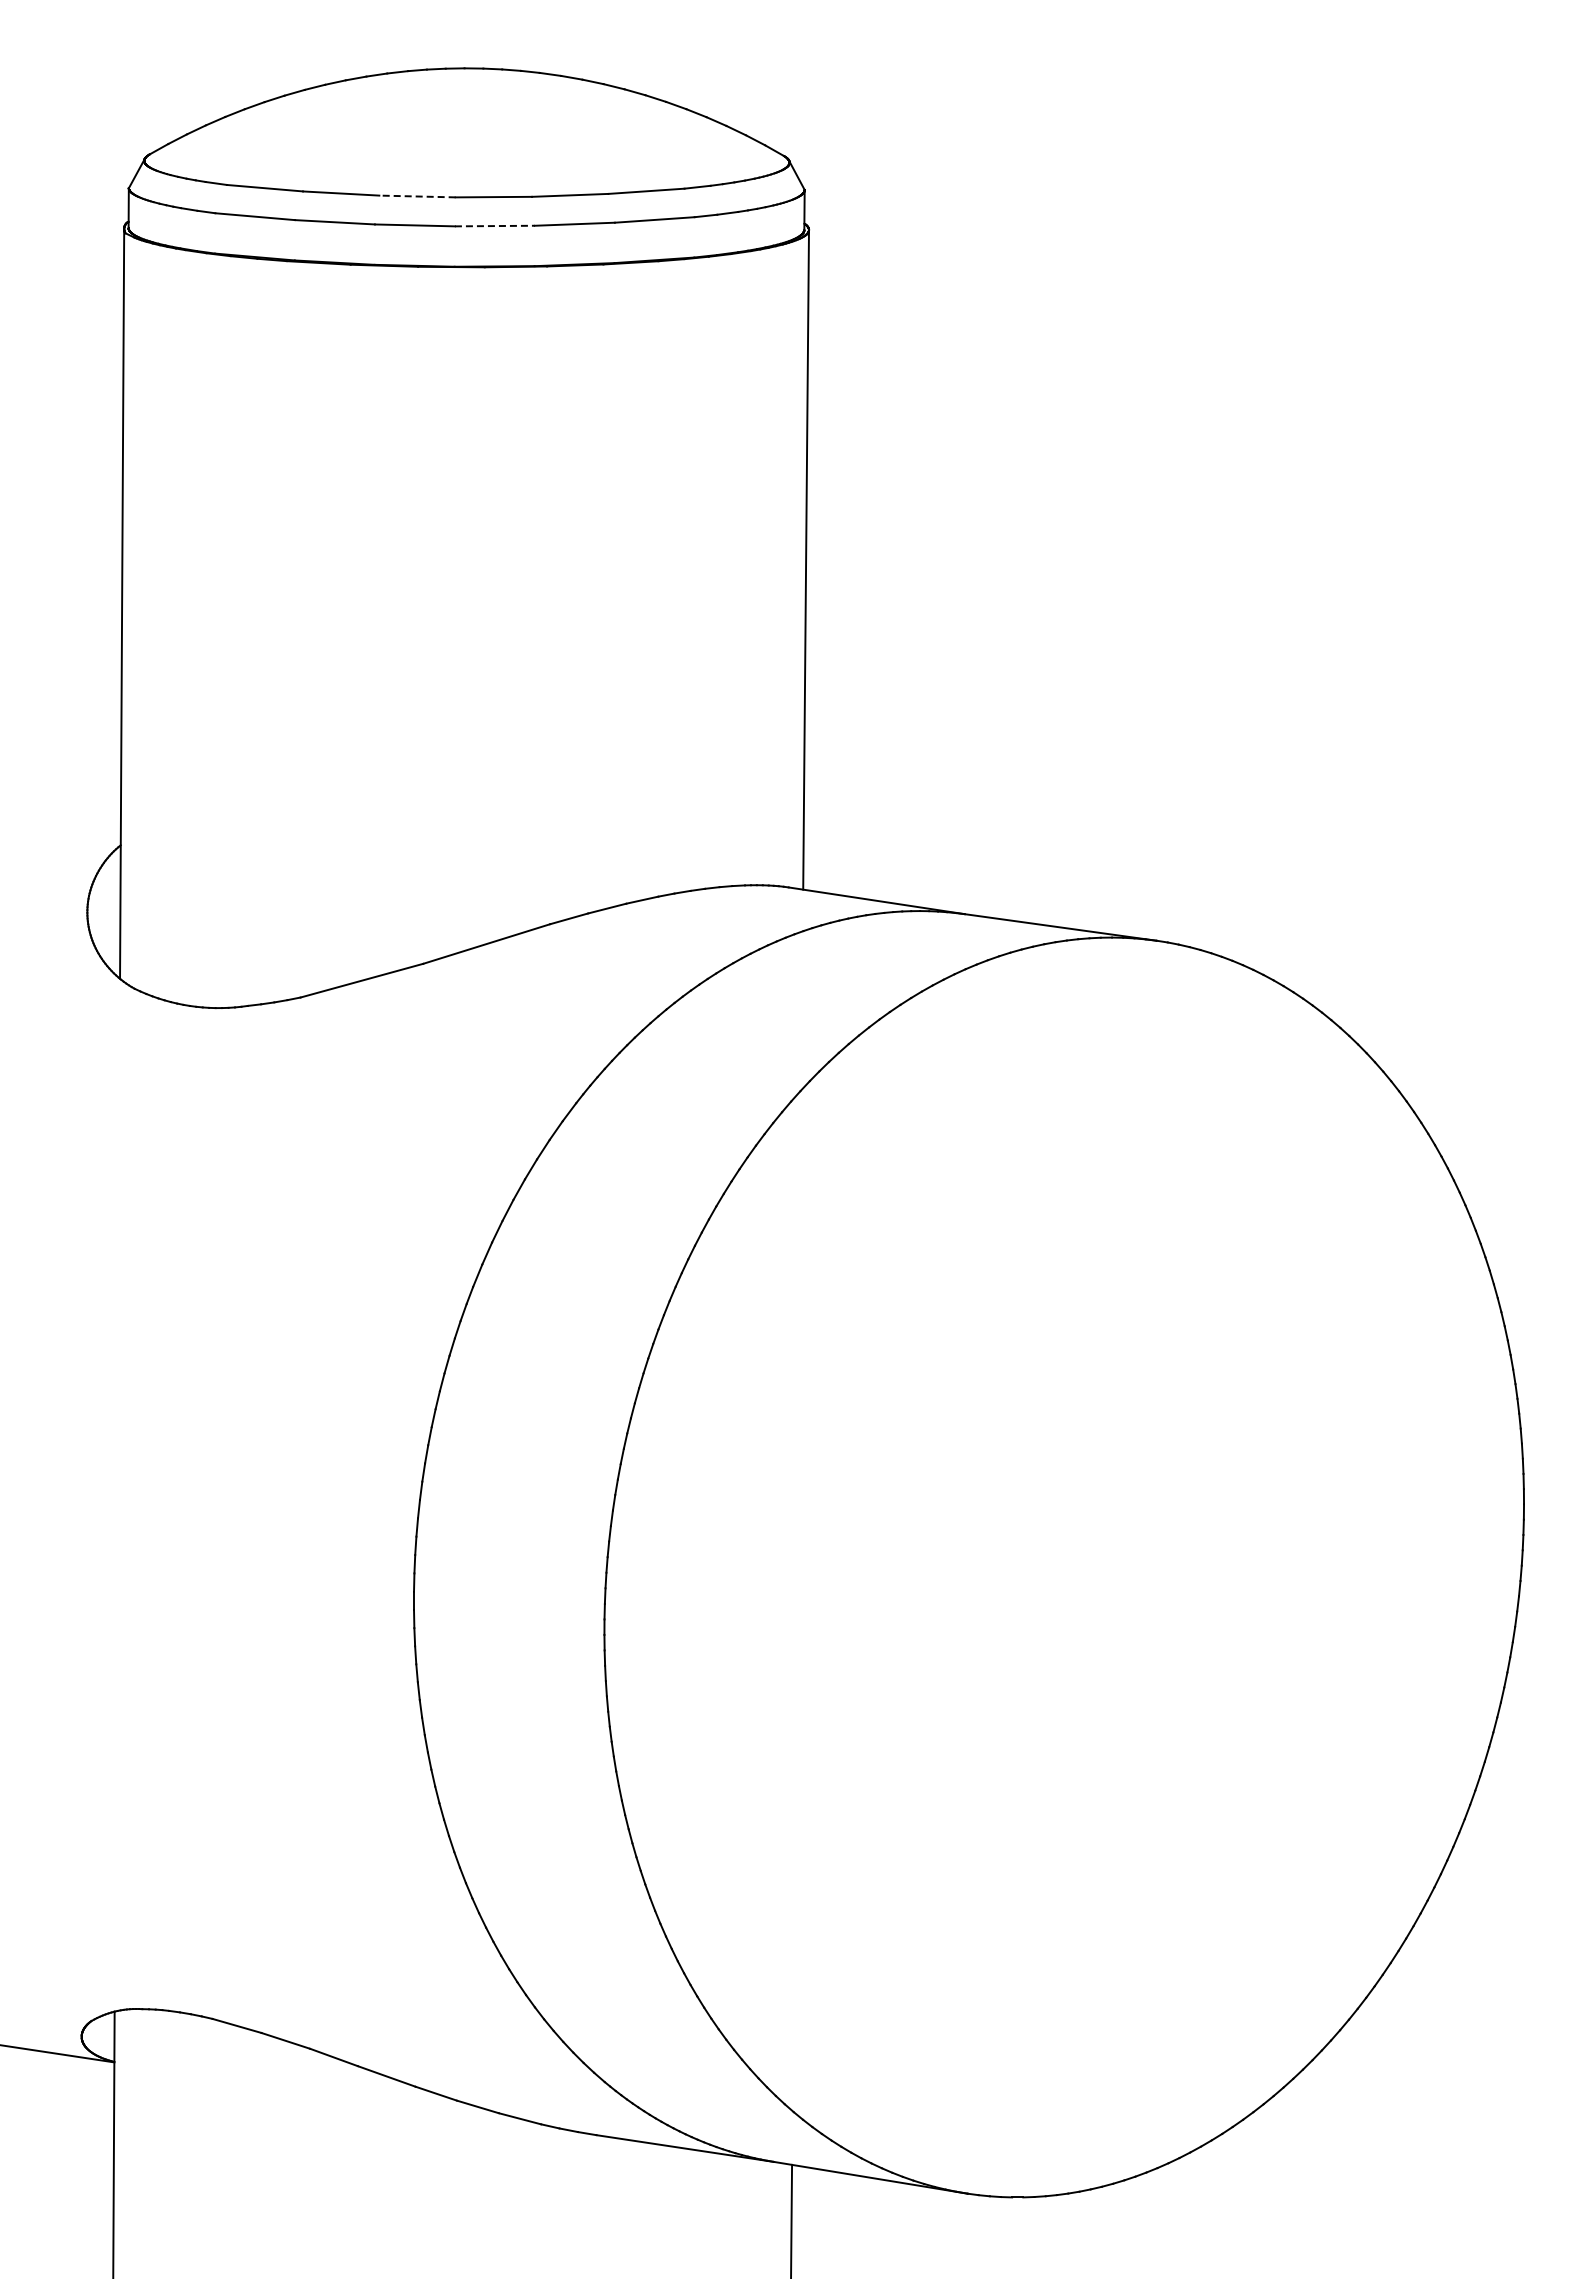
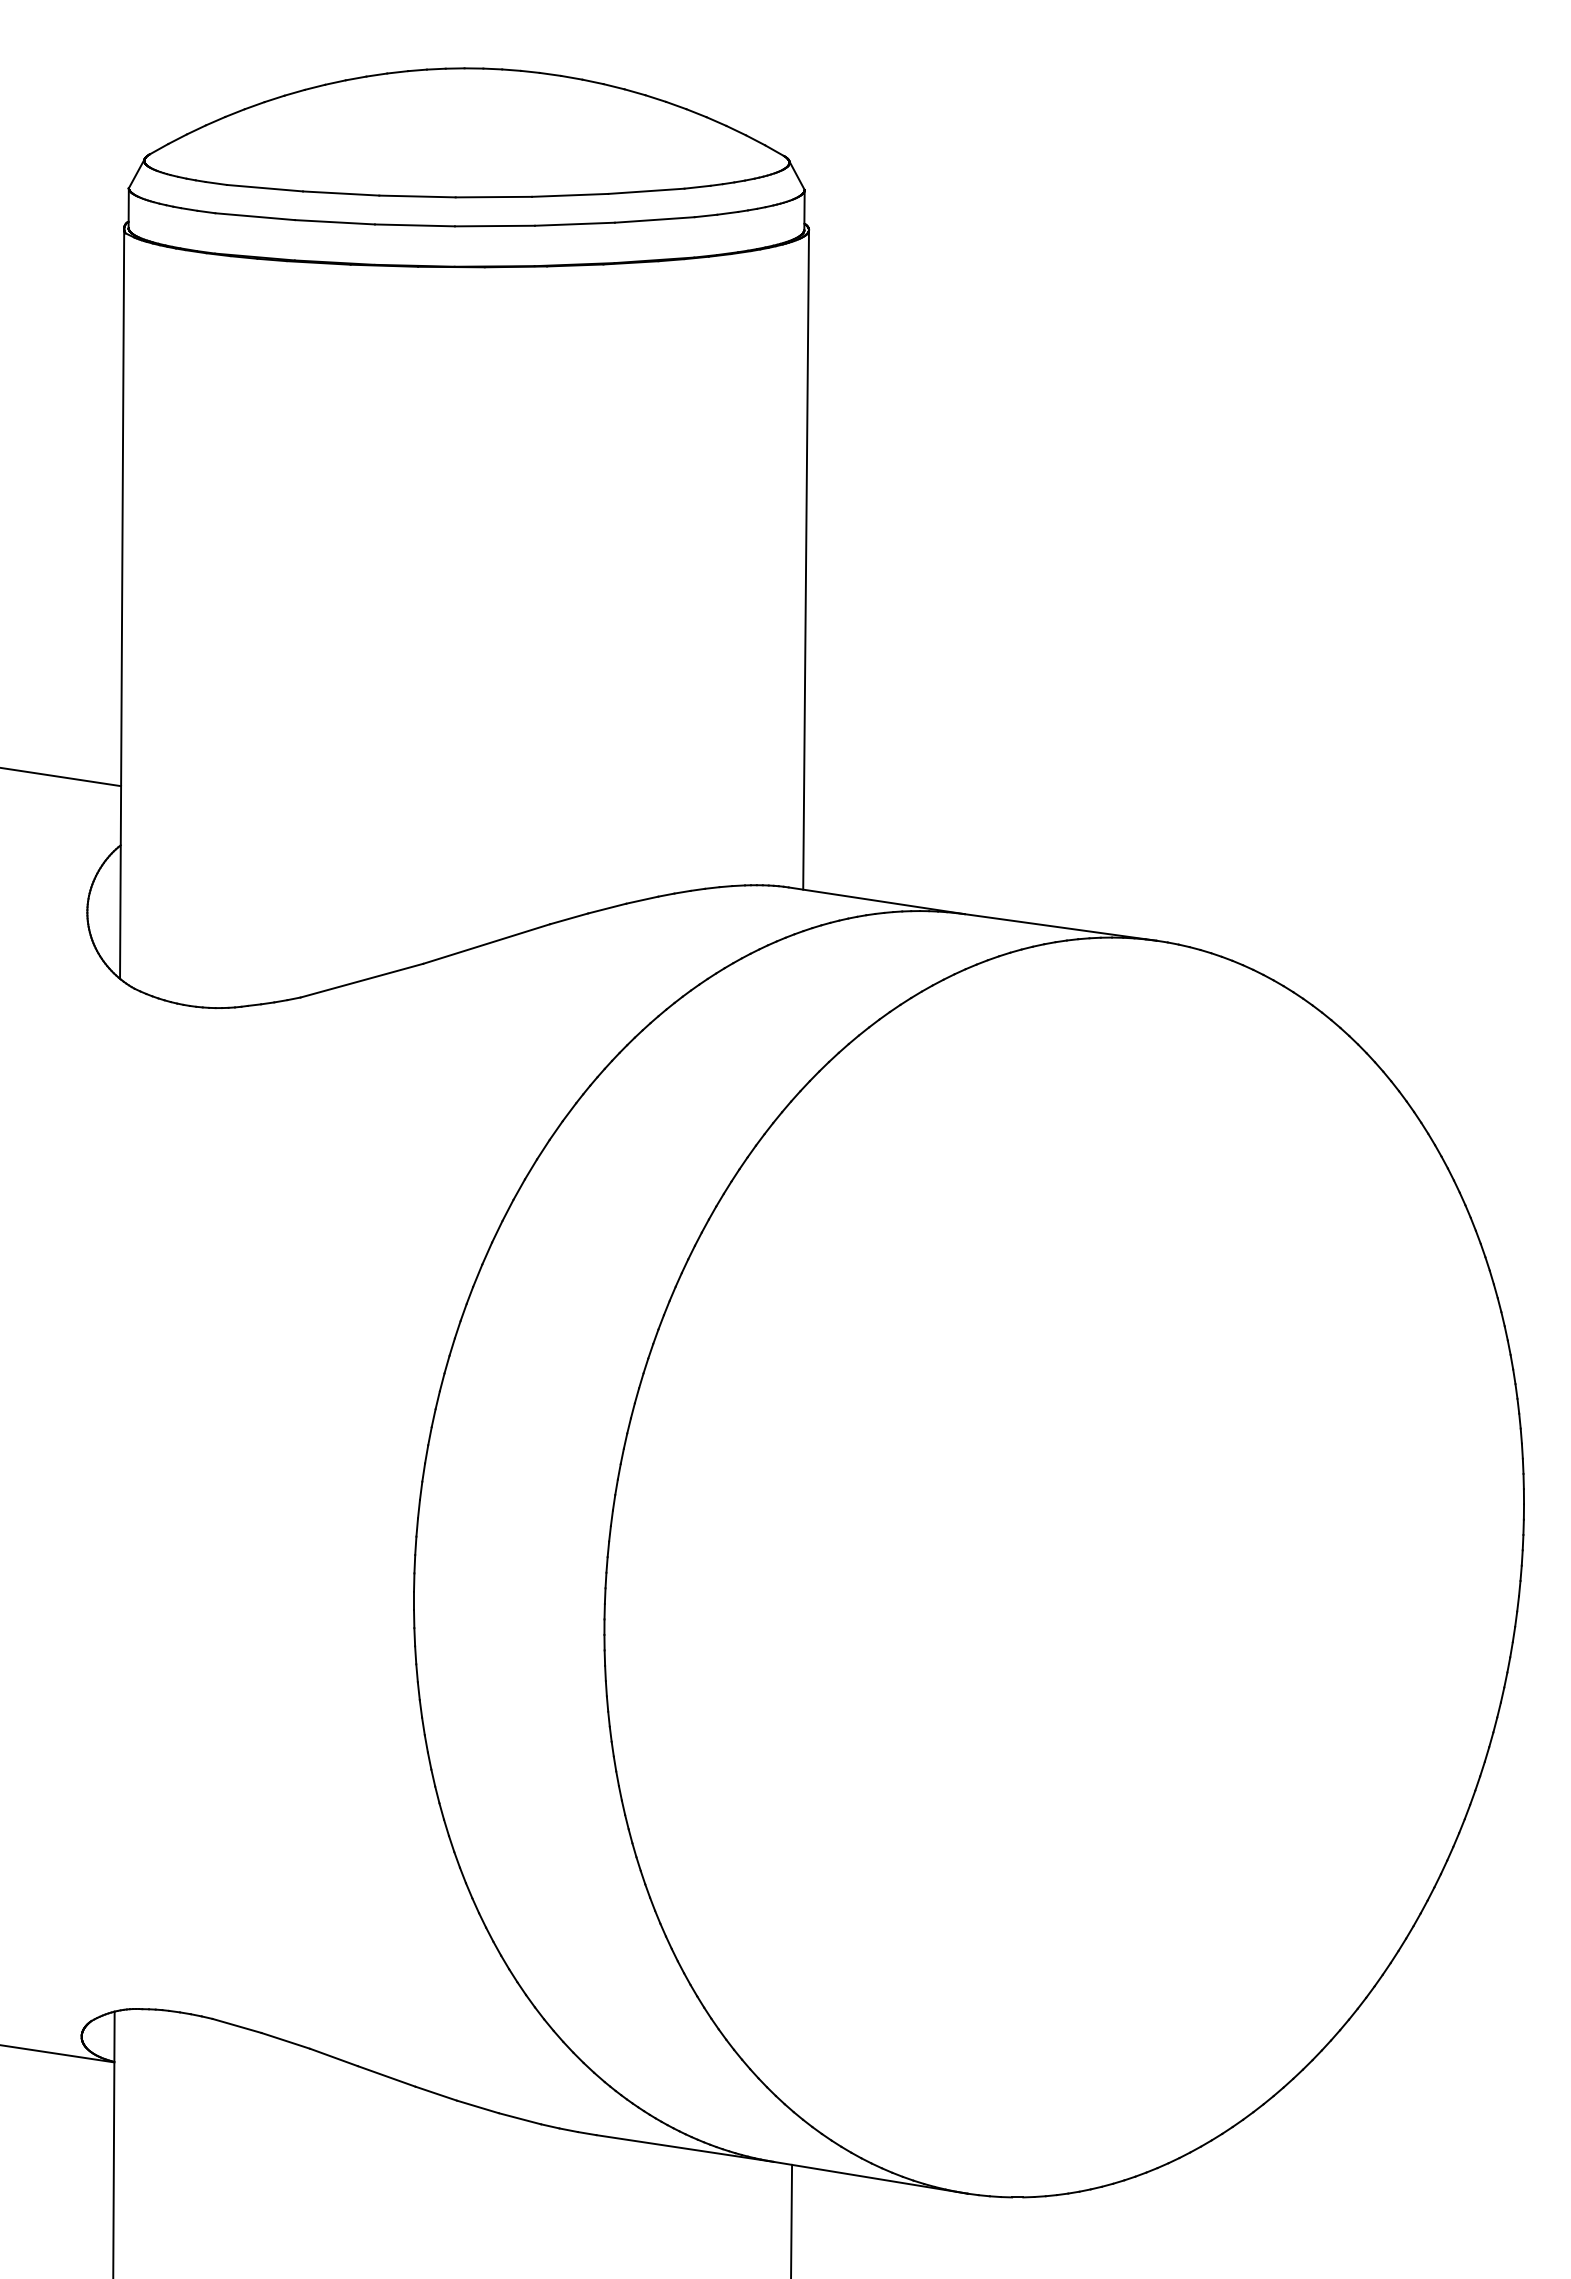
line at (417, 196): dashed -> solid
line at (494, 226): dashed -> solid
line at (61, 777): none -> present
